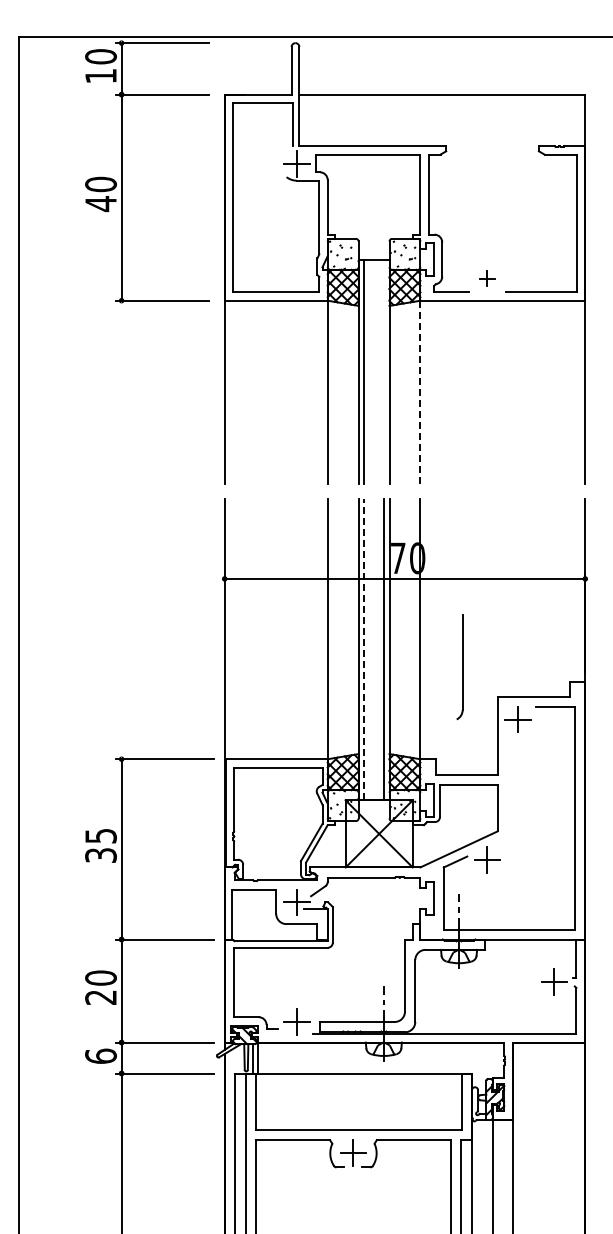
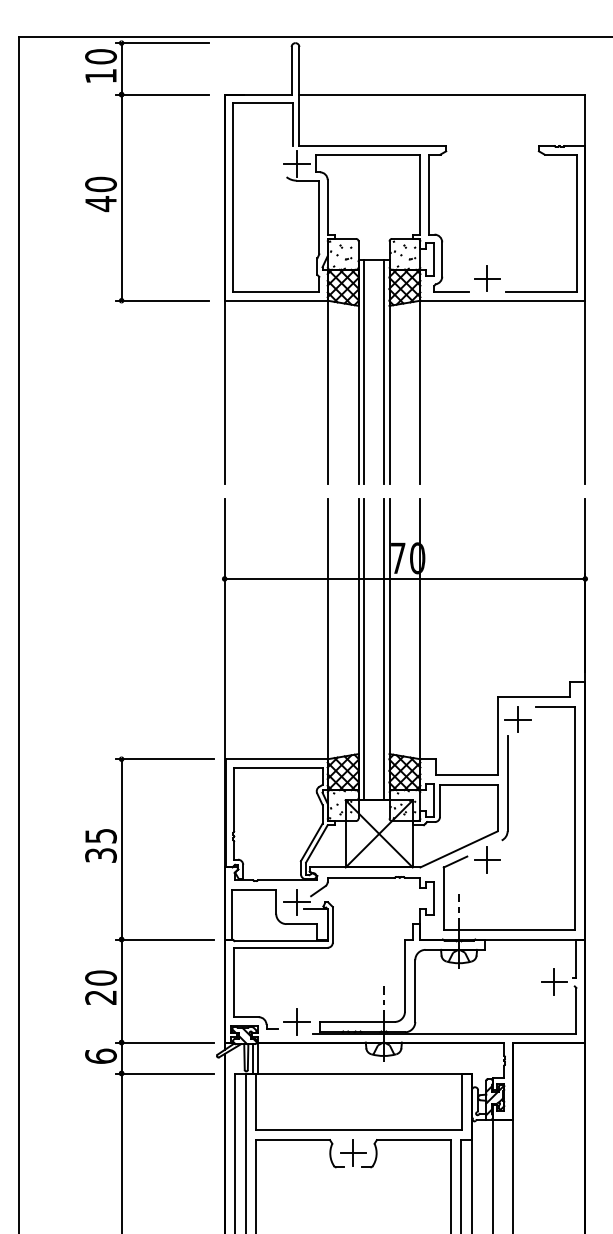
part at (487, 278) size: 17x17 px -> 27x27 px
line at (384, 371): none -> present
line at (420, 392): dashed -> solid
line at (363, 649): dashed -> solid
part at (459, 667) position: (459, 667) -> (504, 788)
